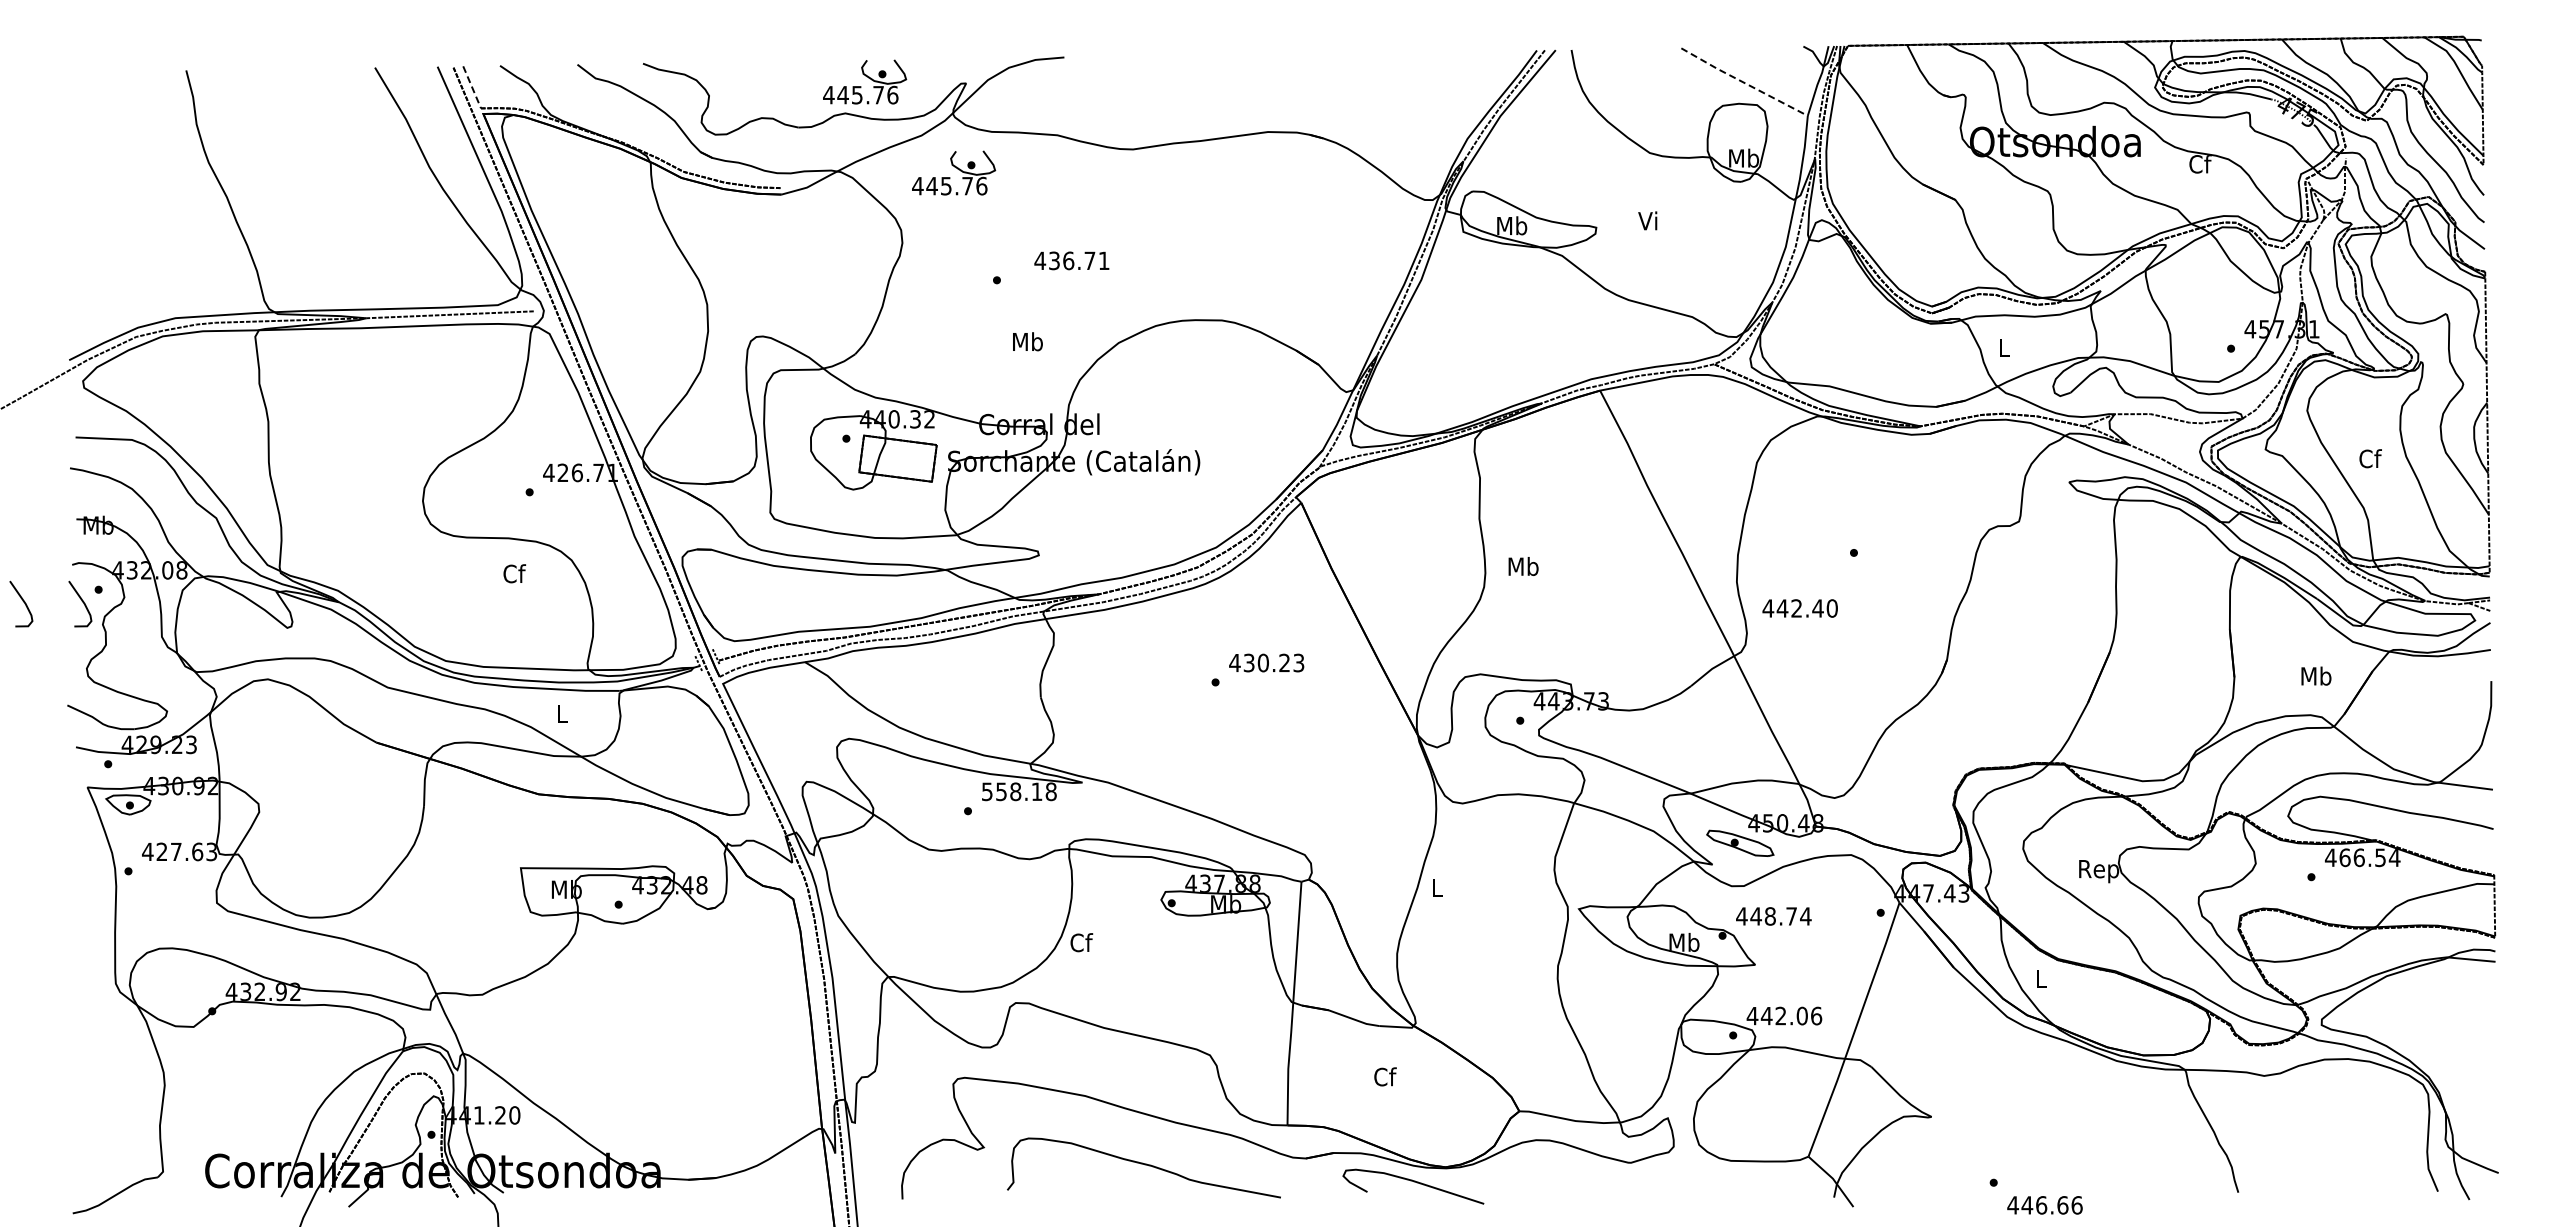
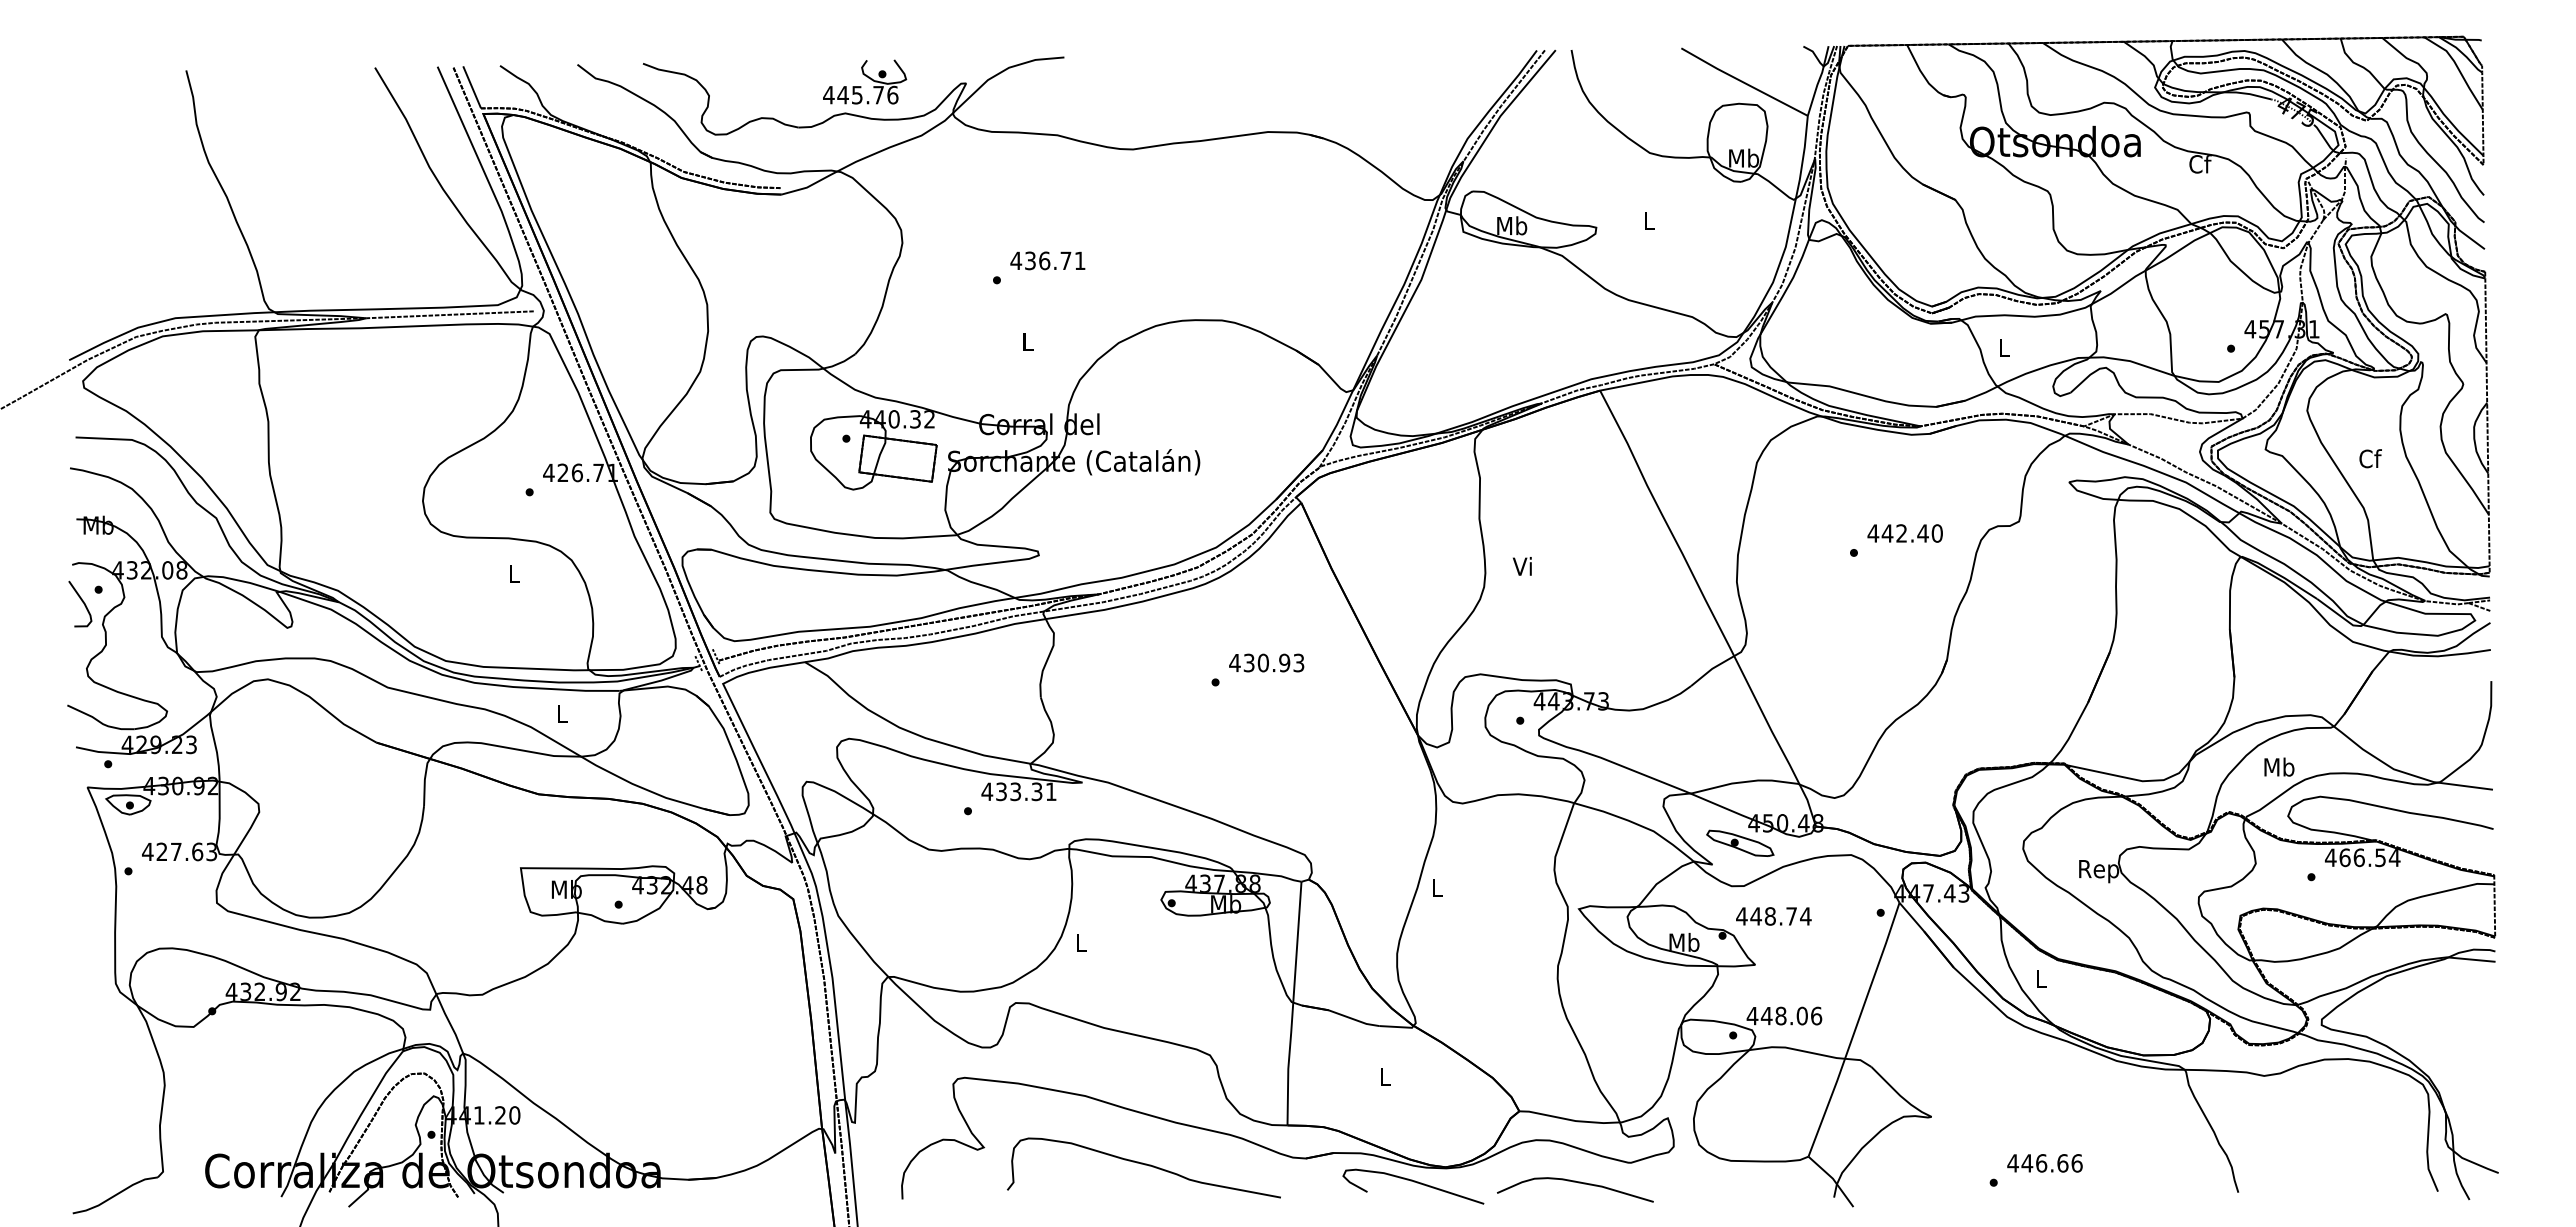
line at (1744, 82): dashed -> solid
line at (472, 87): dashed -> solid
part at (954, 172): present -> none
text at (1647, 220): Vi -> L
text at (1071, 260) position: (1071, 260) -> (1047, 260)
text at (1027, 341): Mb -> L
text at (1523, 566): Mb -> Vi
text at (514, 573): Cf -> L
curve at (22, 601): present -> none
text at (1799, 608) position: (1799, 608) -> (1904, 533)
text at (1284, 662): 430.23 -> 430.93
text at (2316, 675) position: (2316, 675) -> (2279, 766)
text at (1018, 791): 558.18 -> 433.31
text at (1081, 942): Cf -> L
text at (1780, 1015): 442.06 -> 448.06
text at (1385, 1076): Cf -> L
curve at (1578, 1183): none -> present
text at (2044, 1205) position: (2044, 1205) -> (2044, 1163)
